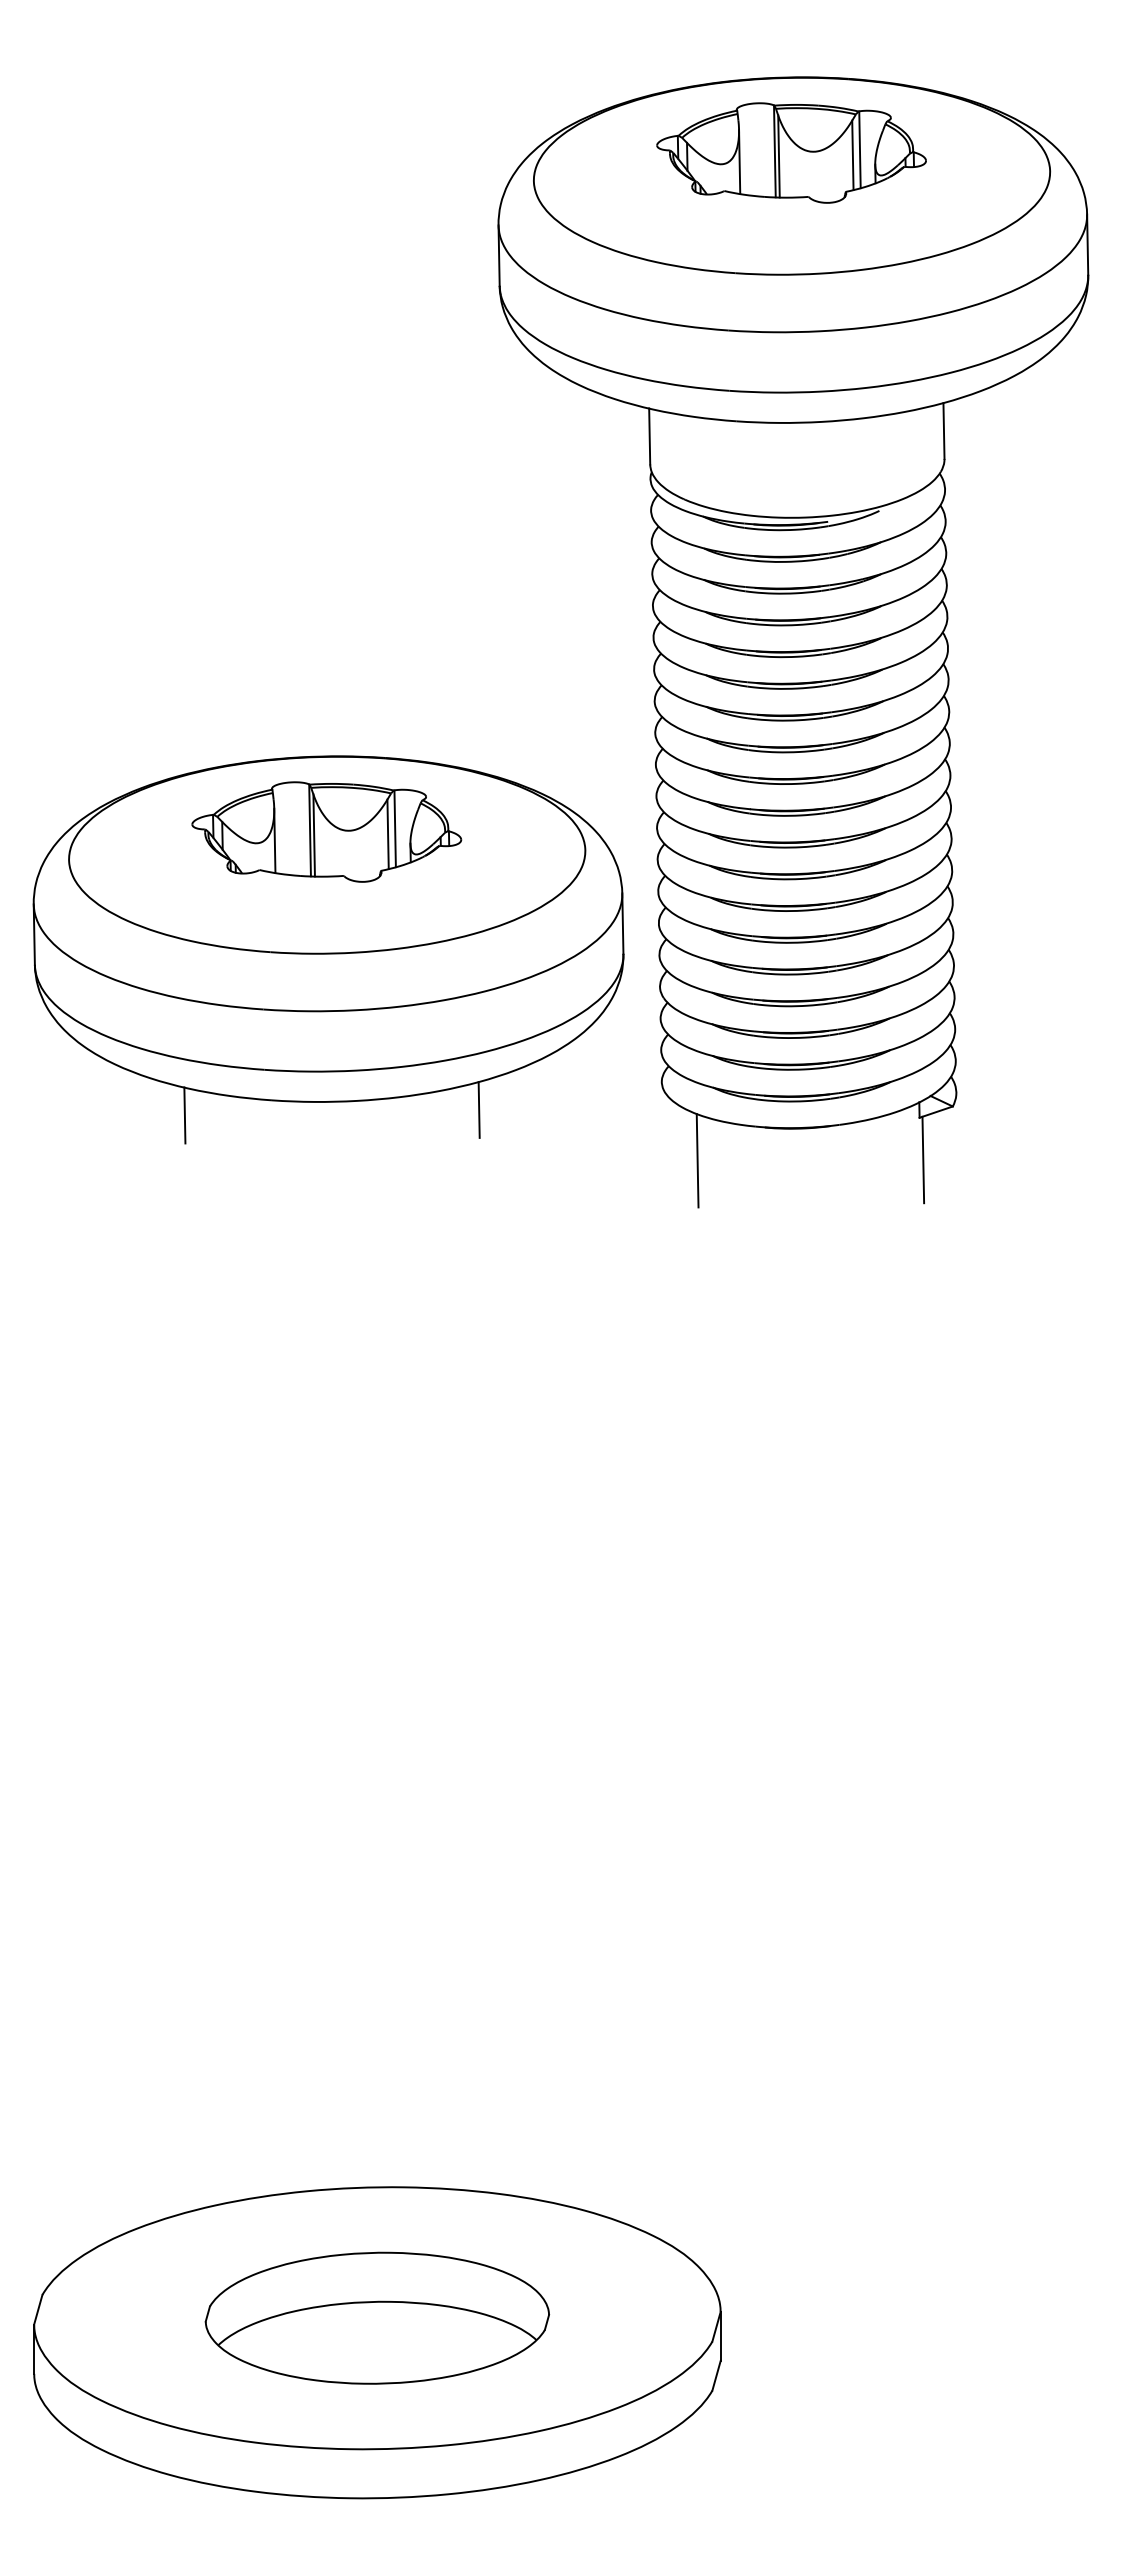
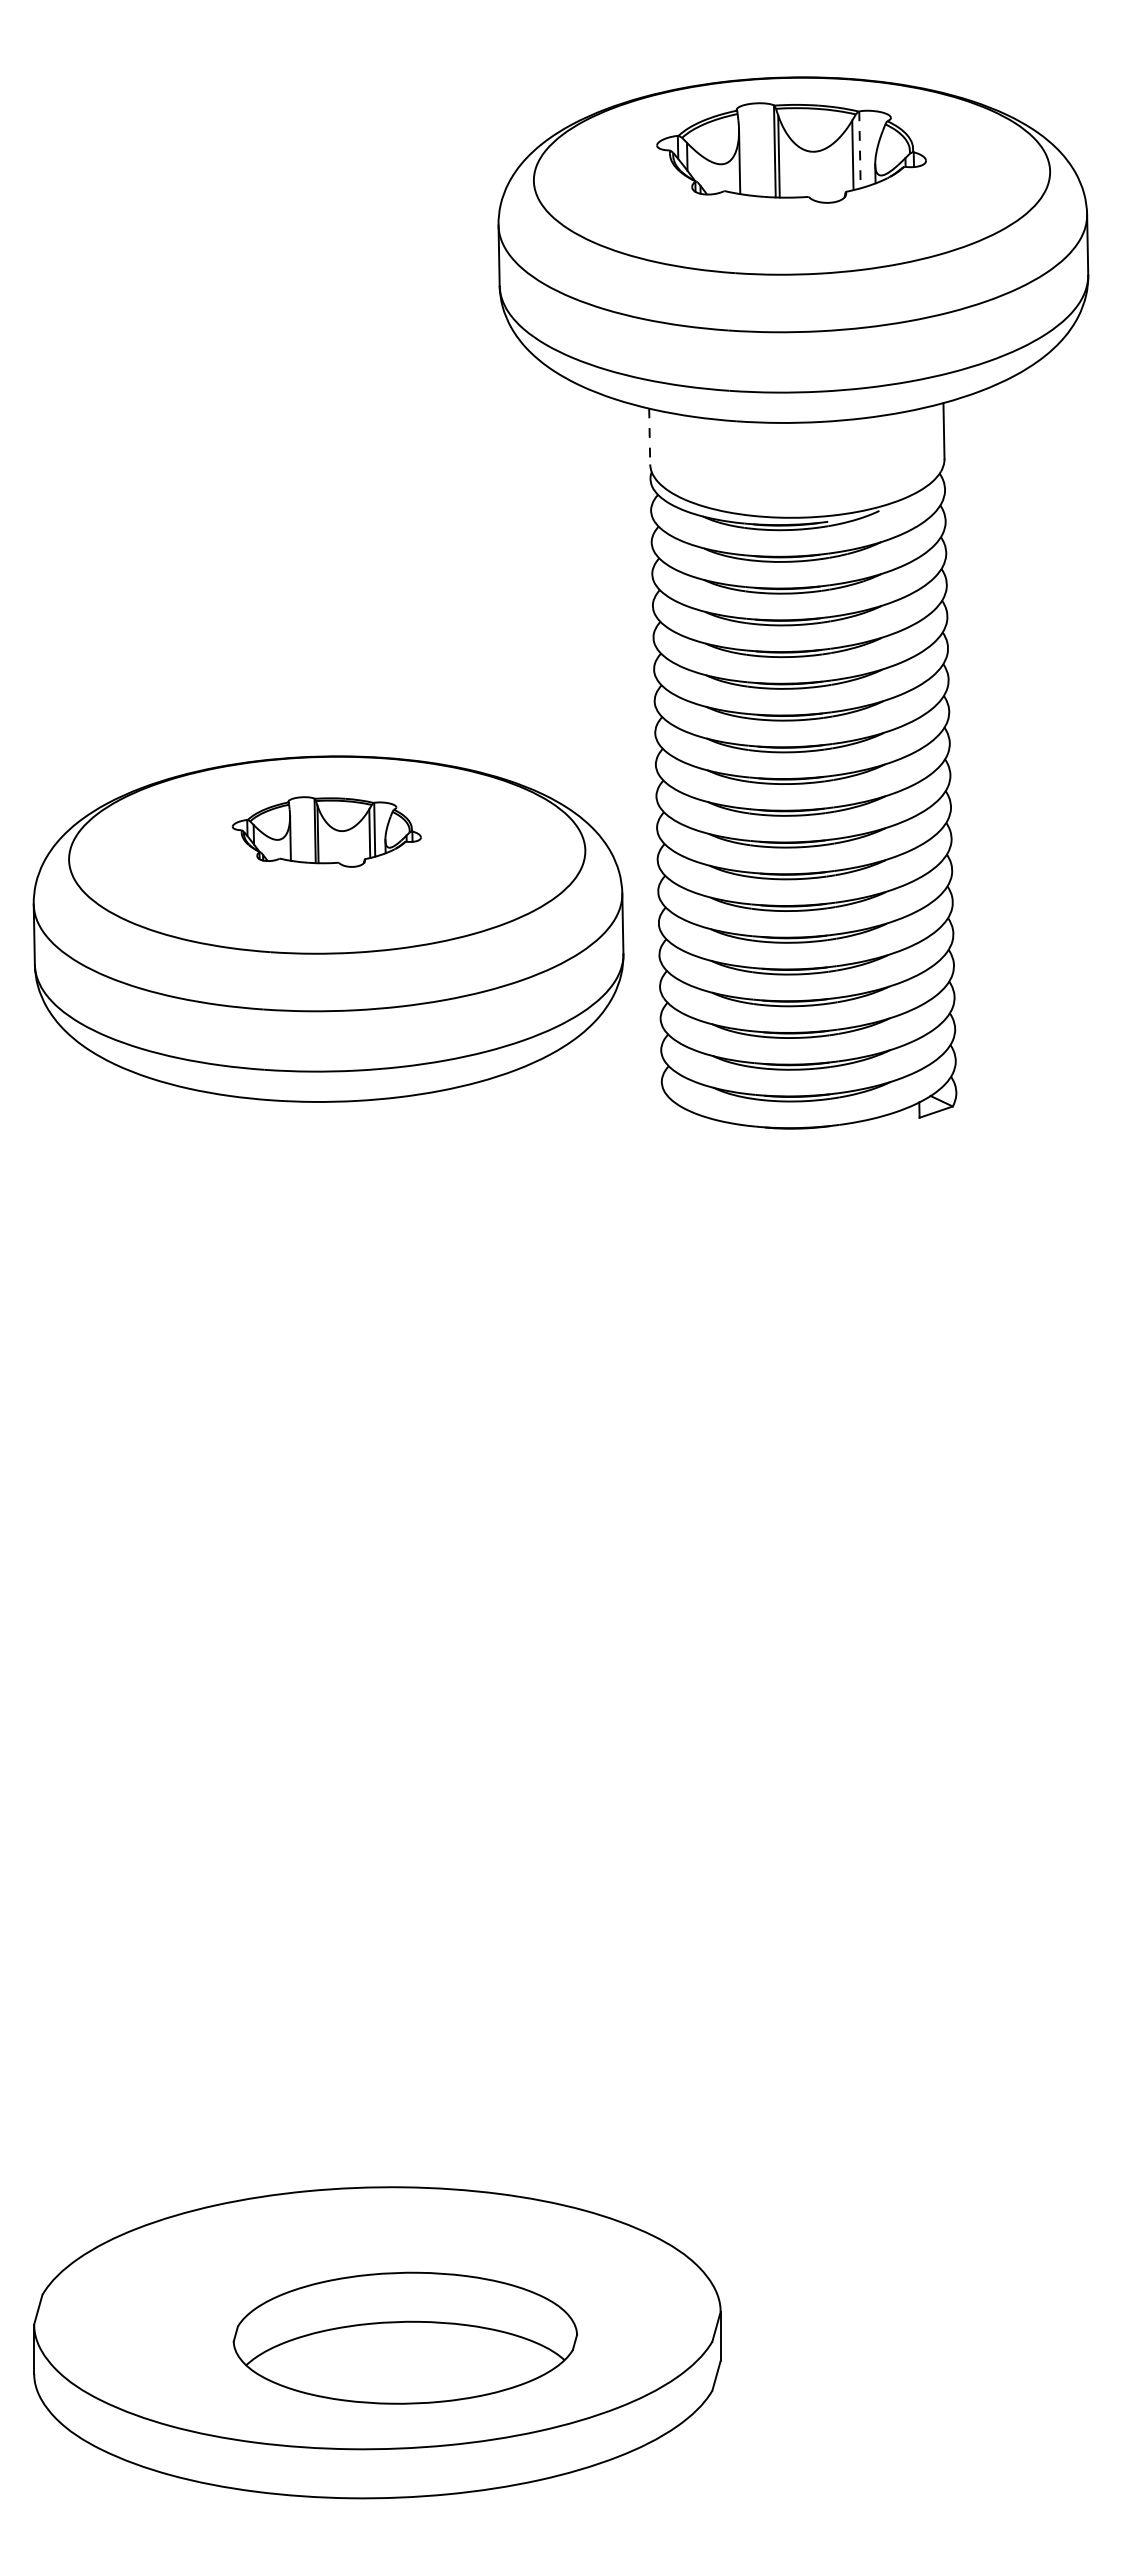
line at (859, 150): solid -> dashed
line at (649, 436): solid -> dashed
part at (326, 831) size: 272x102 px -> 191x72 px
line at (478, 1109): present -> none
line at (184, 1115): present -> none
line at (923, 1159): present -> none
line at (697, 1160): present -> none
part at (377, 2317) position: (377, 2317) -> (405, 2337)
